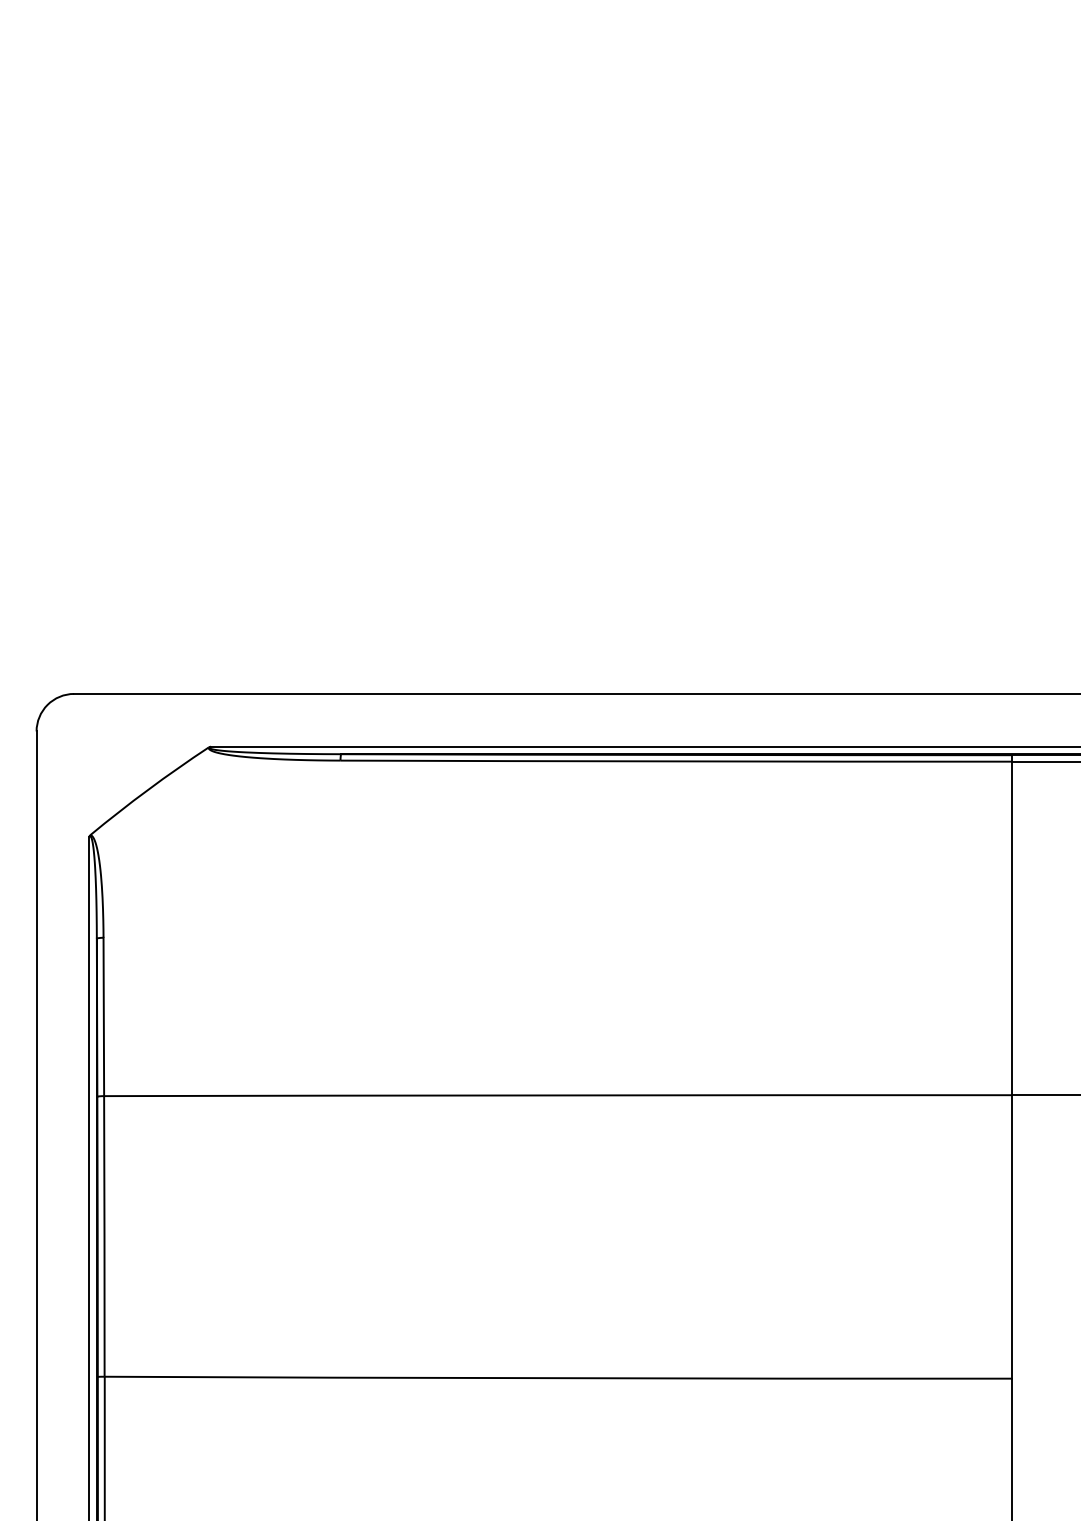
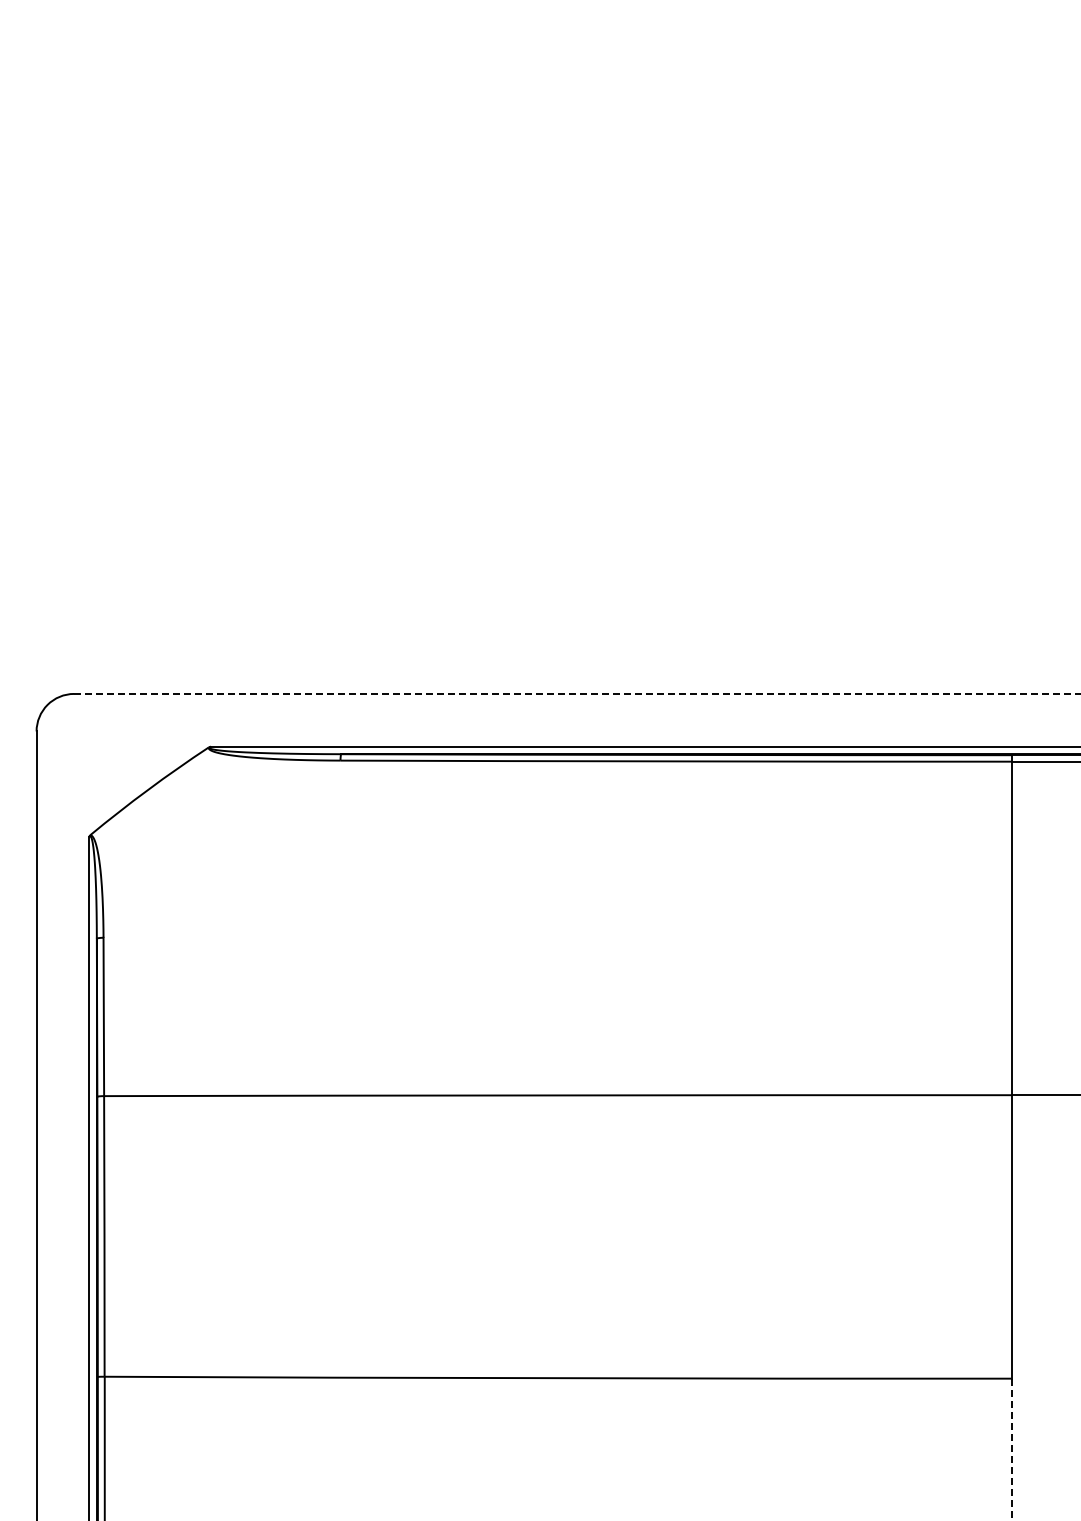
line at (577, 693): solid -> dashed
line at (1011, 1449): solid -> dashed
